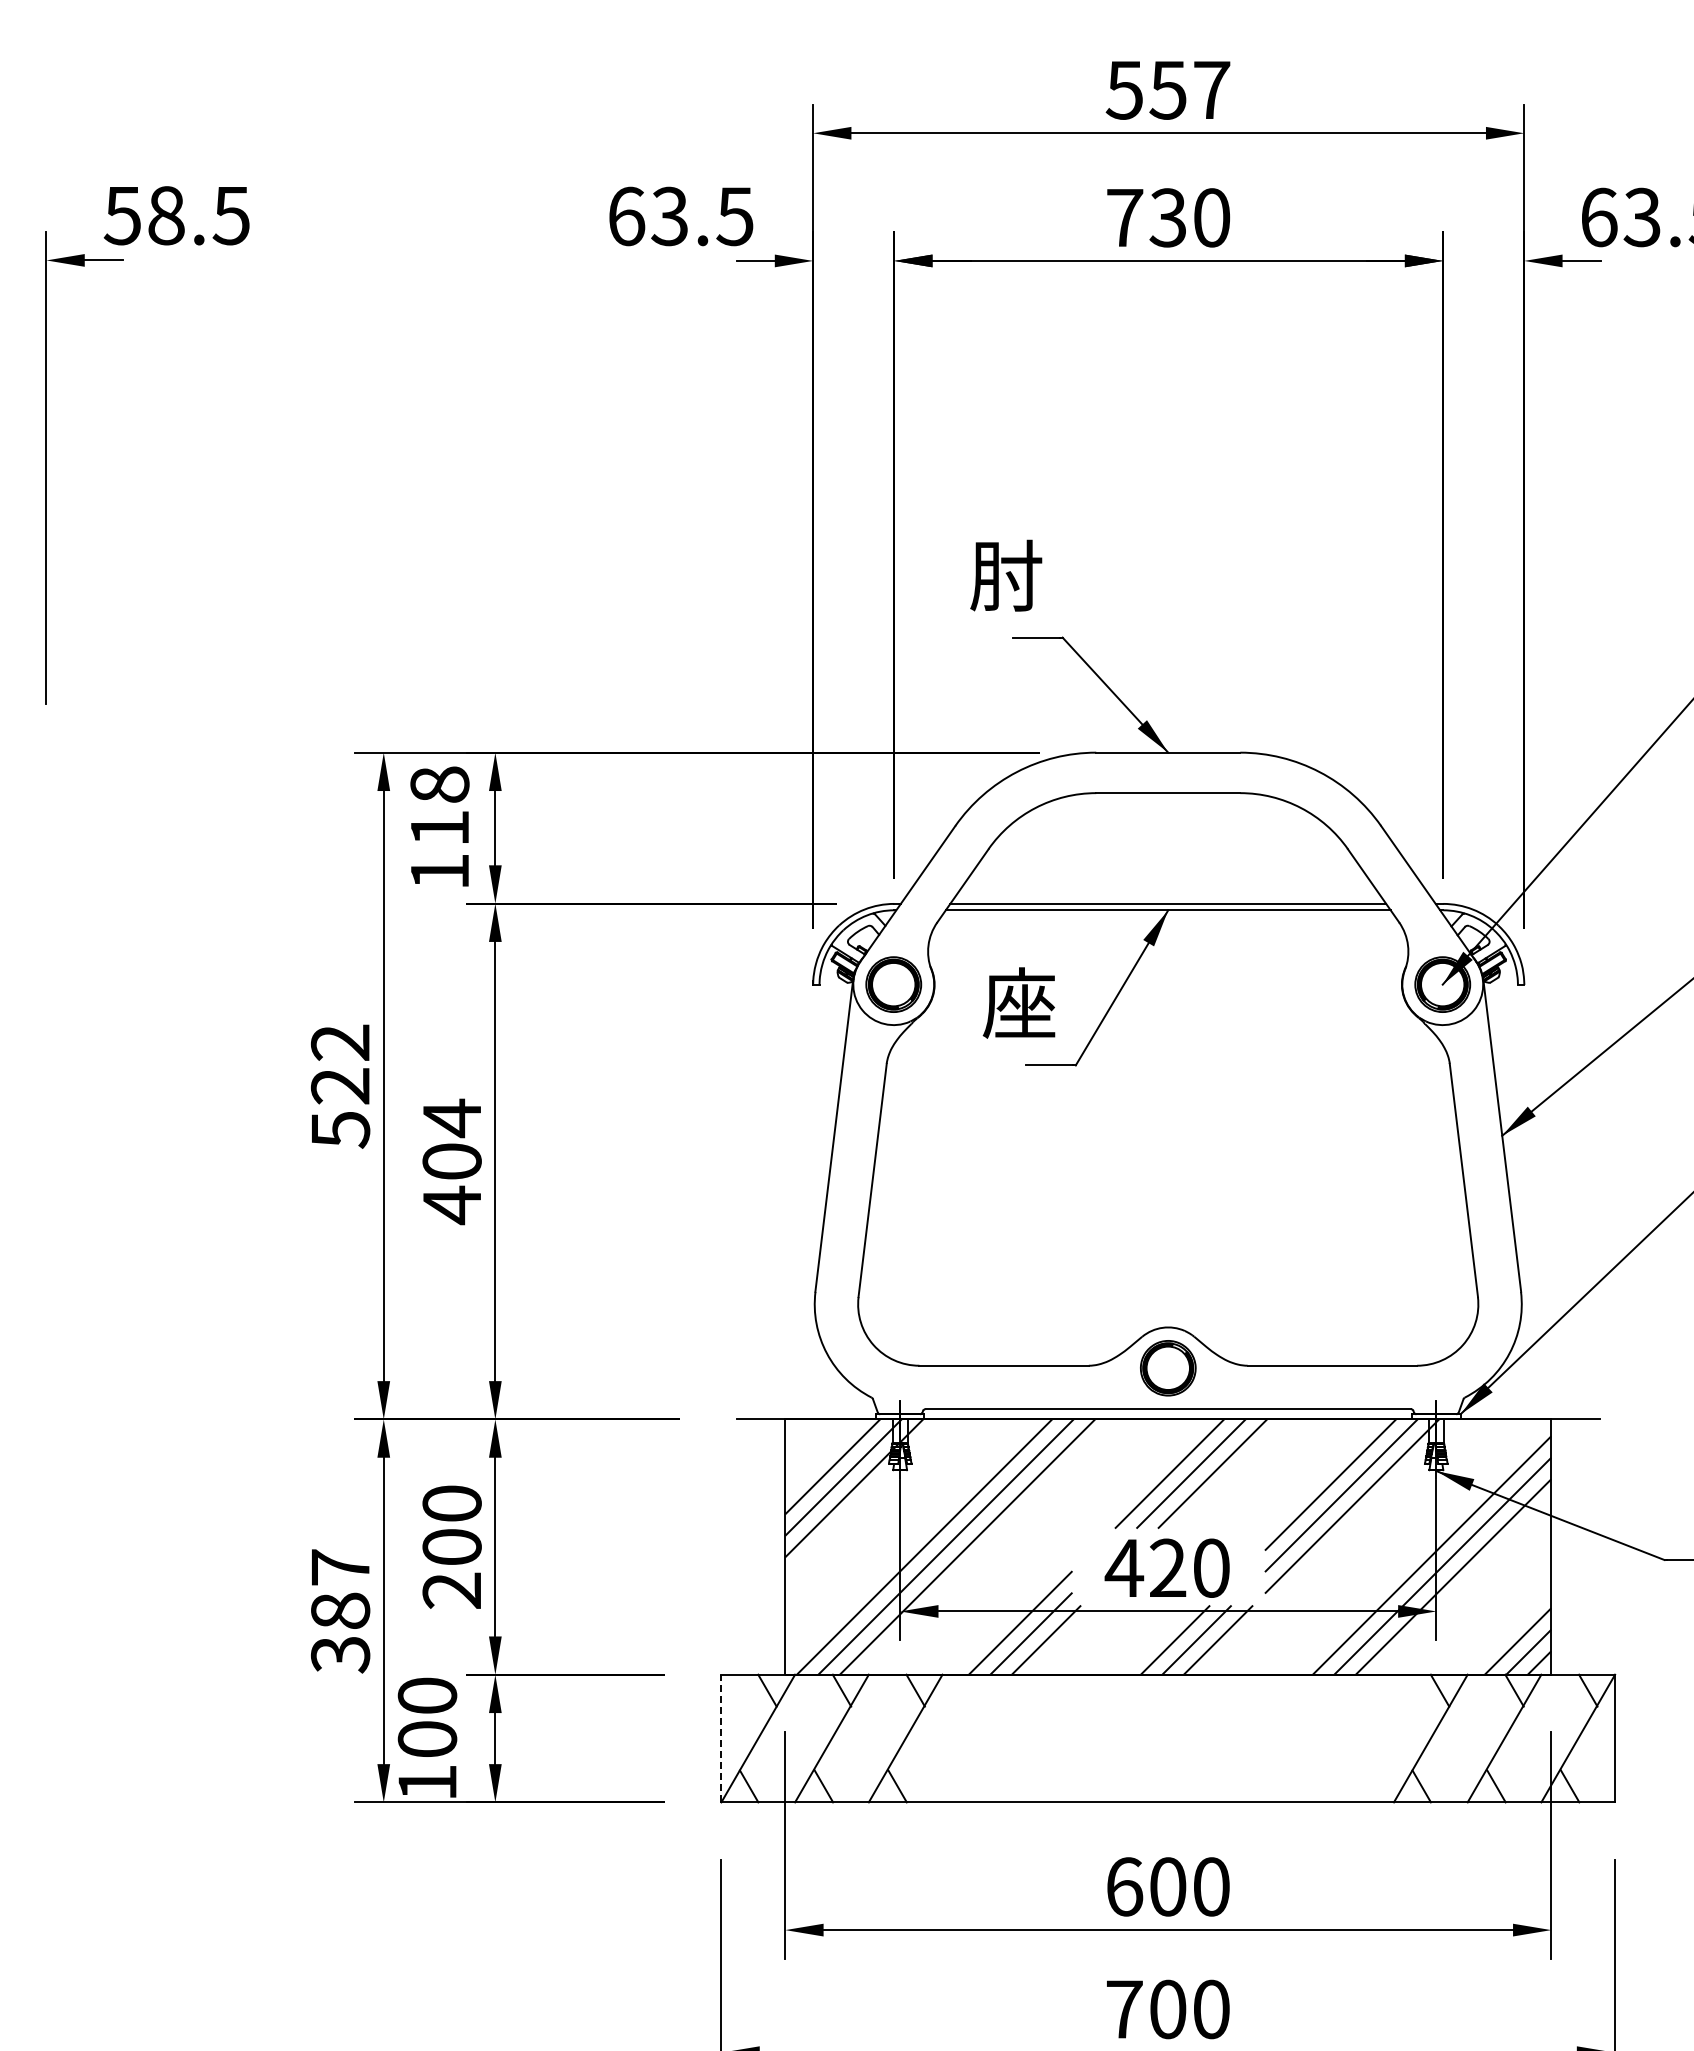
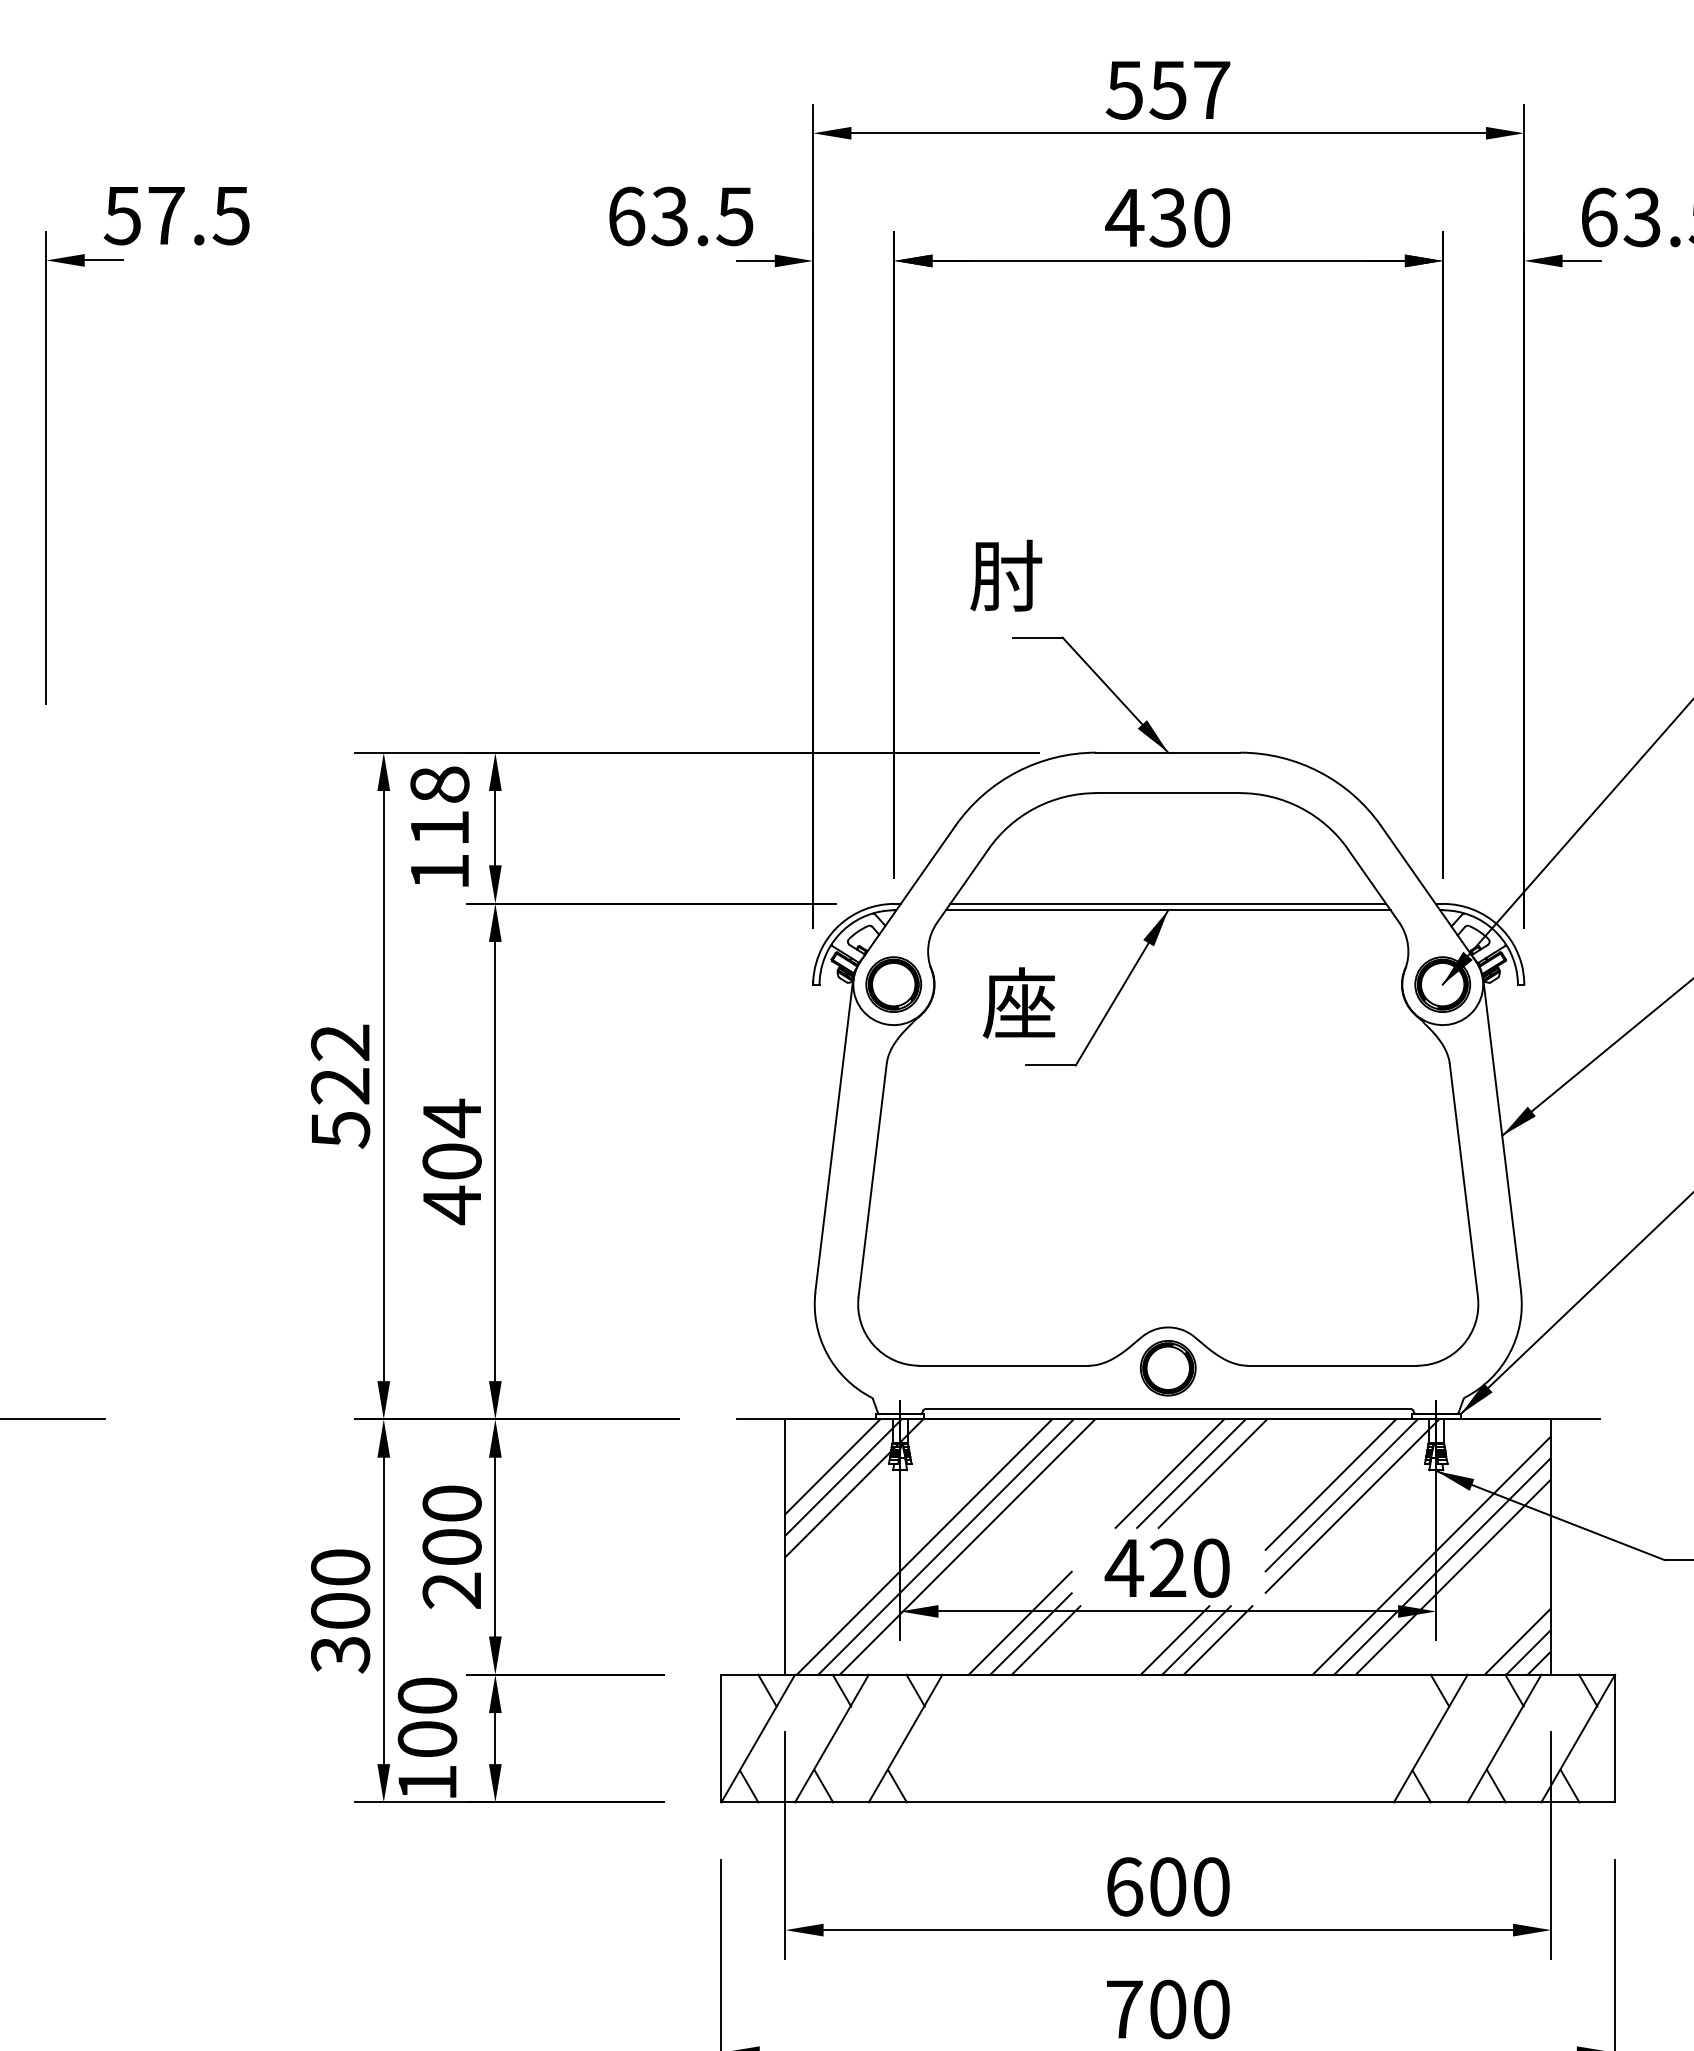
text at (166, 215): 58.5 -> 57.5
text at (1124, 217): 730 -> 430
line at (53, 1419): none -> present
text at (340, 1588): 387 -> 300
line at (721, 1738): dashed -> solid
